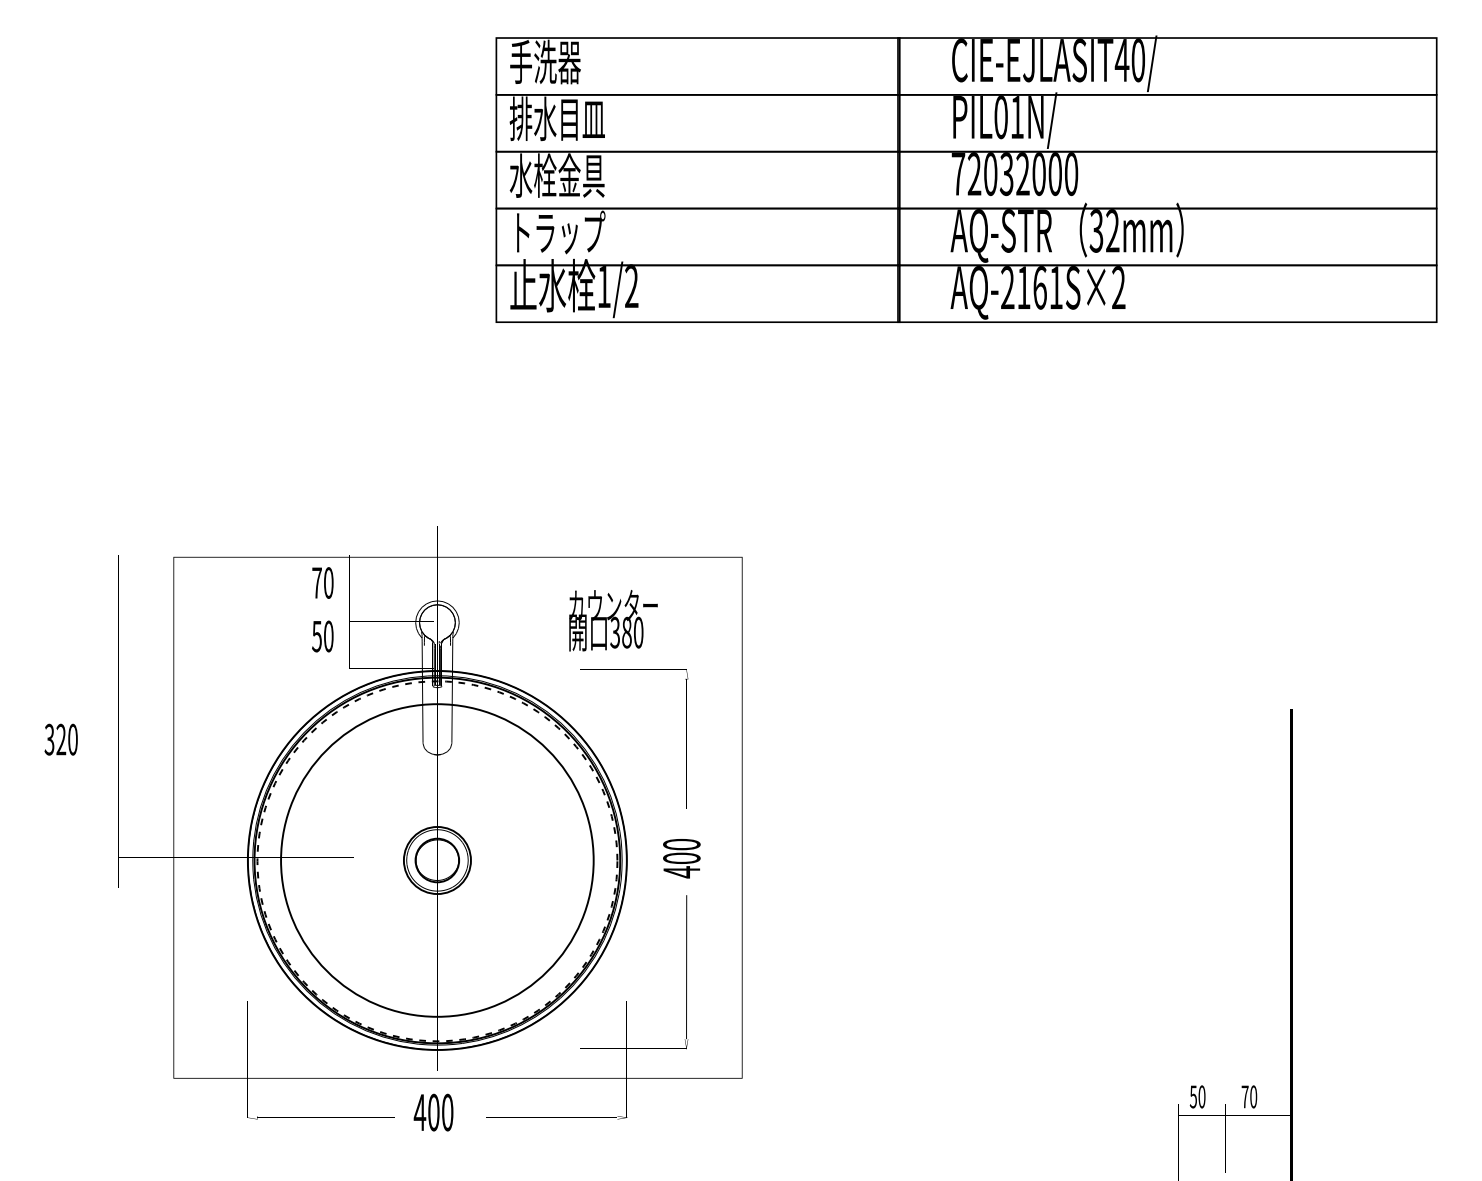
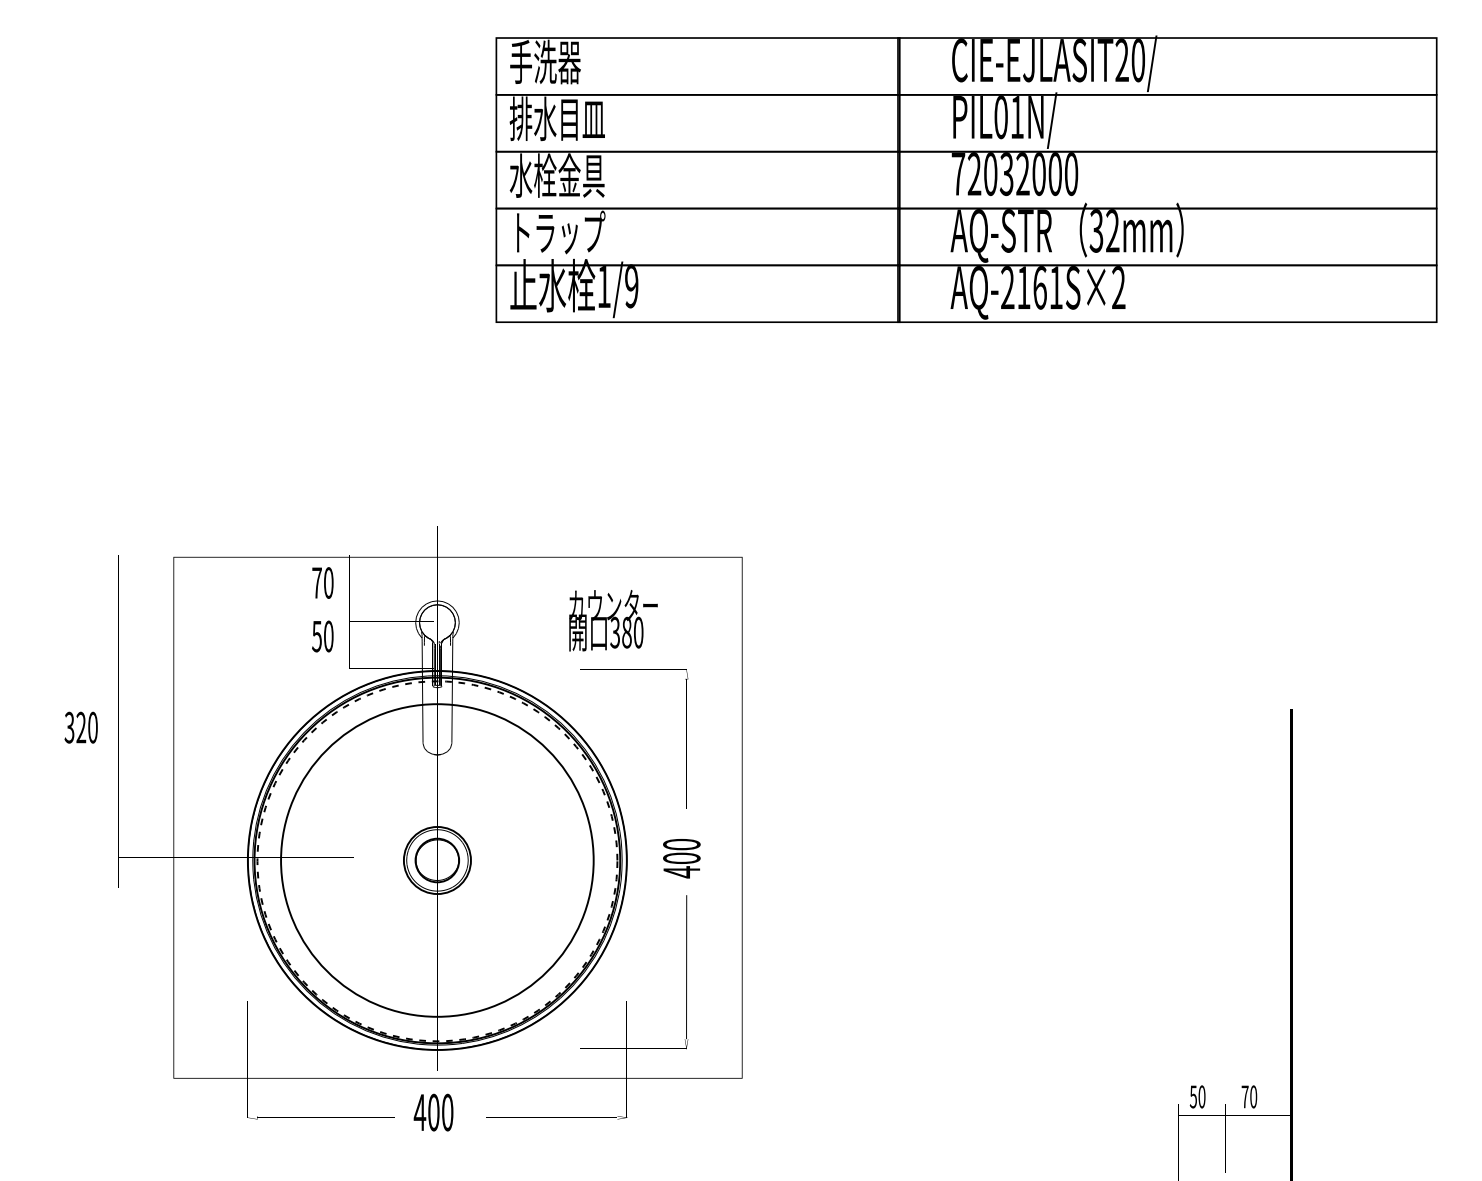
text at (1121, 59): CIE-EJLASIT40/ -> CIE-EJLASIT20/
text at (631, 287): 1/2 -> 1/9
text at (60, 739) position: (60, 739) -> (80, 727)
